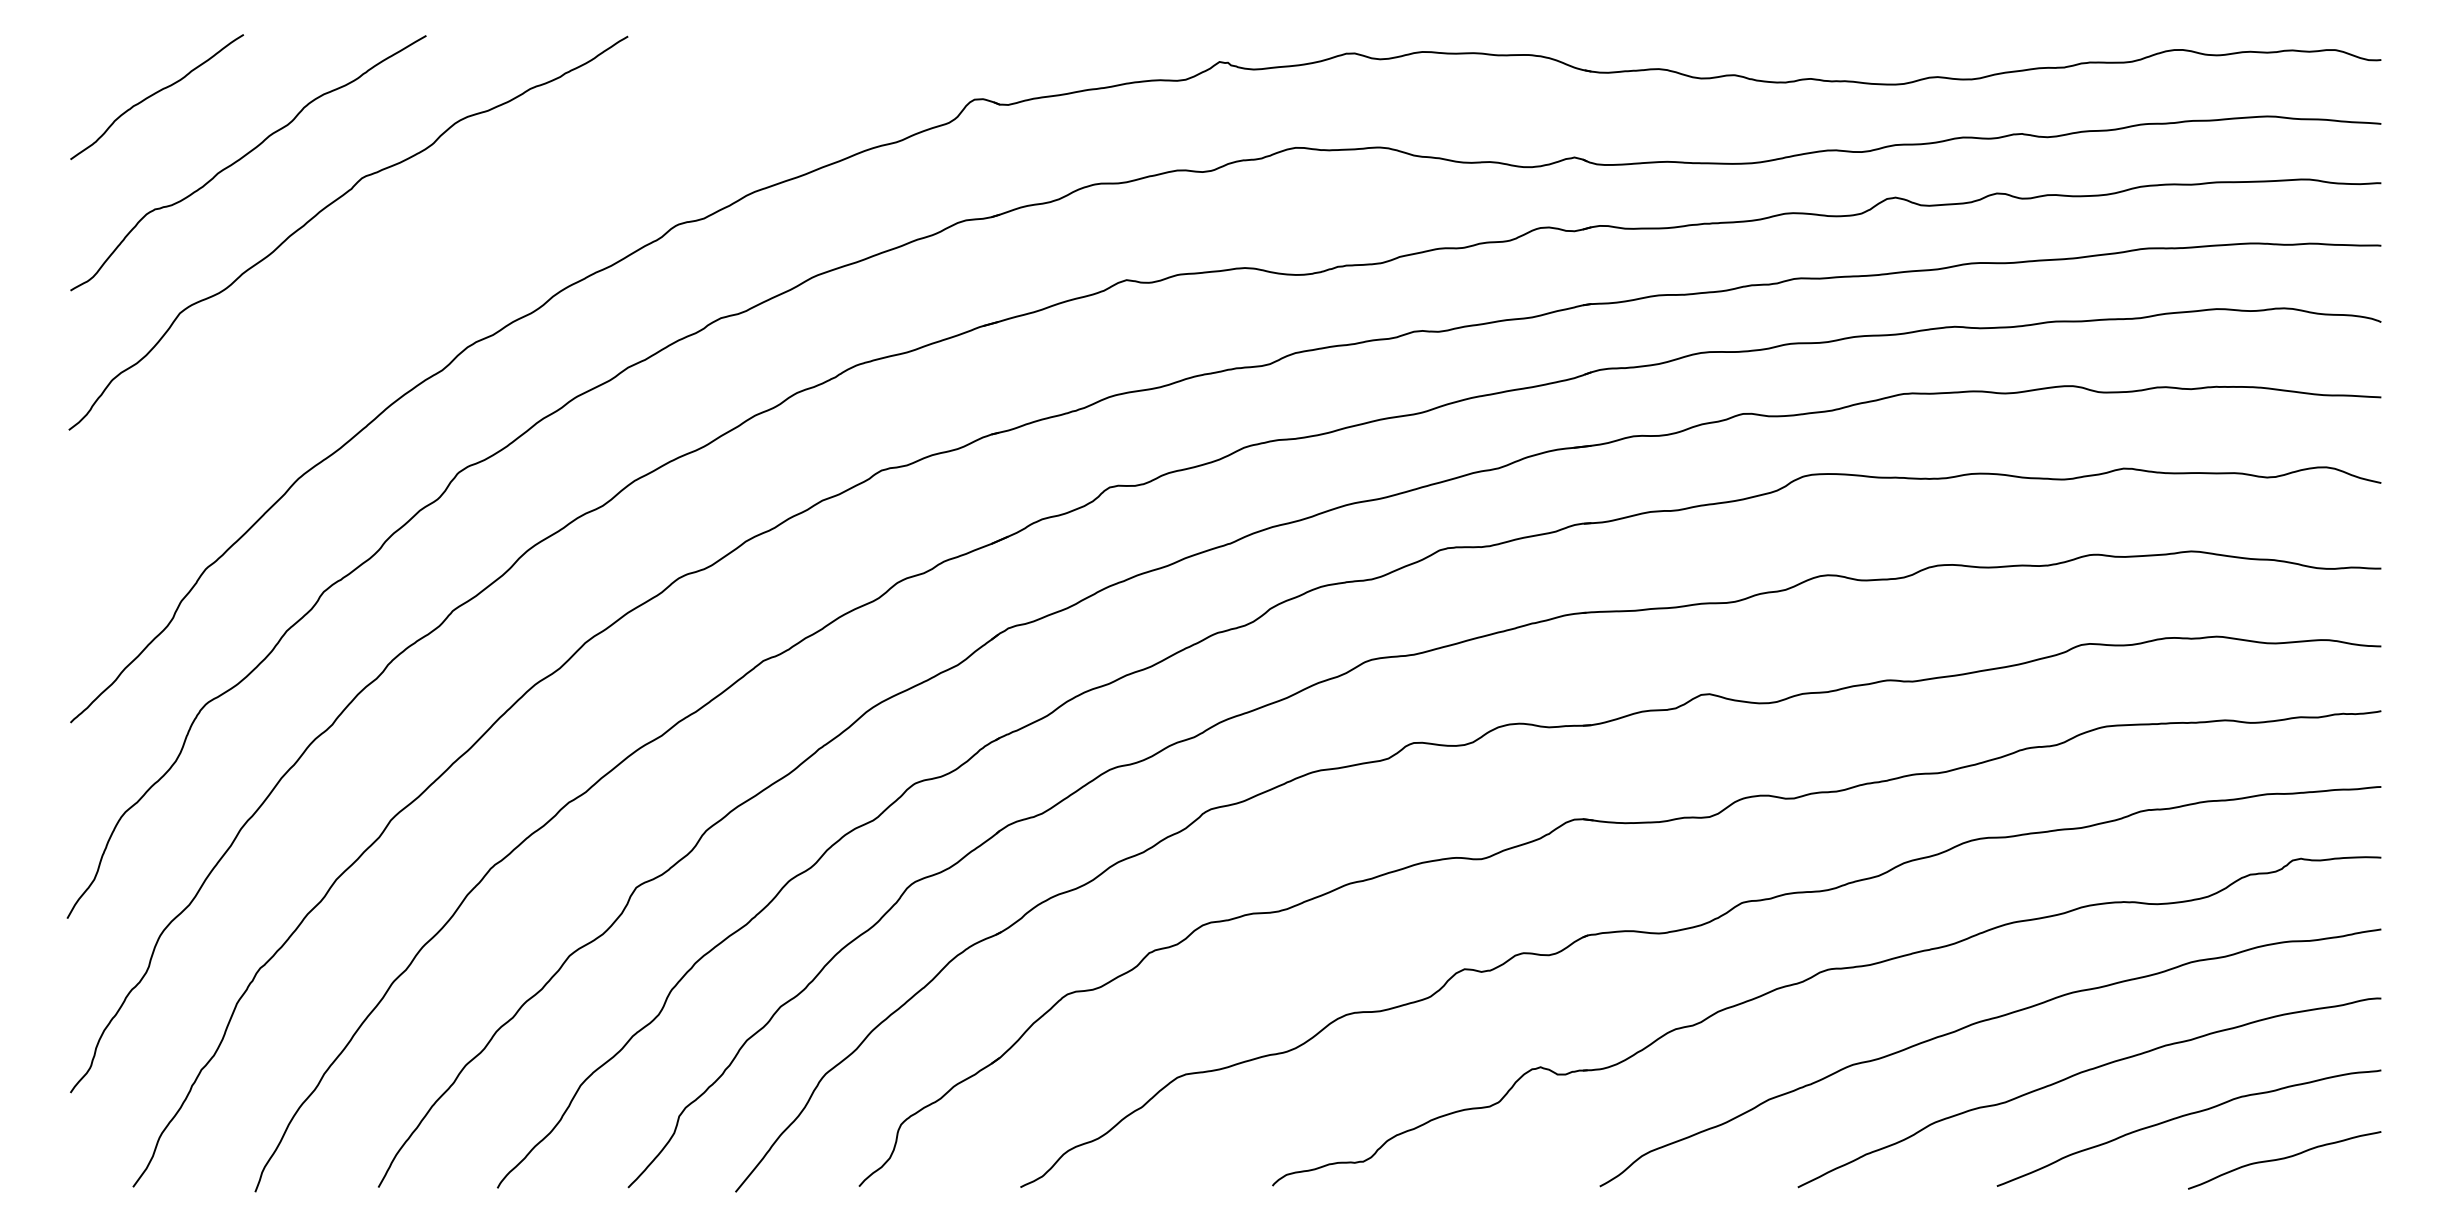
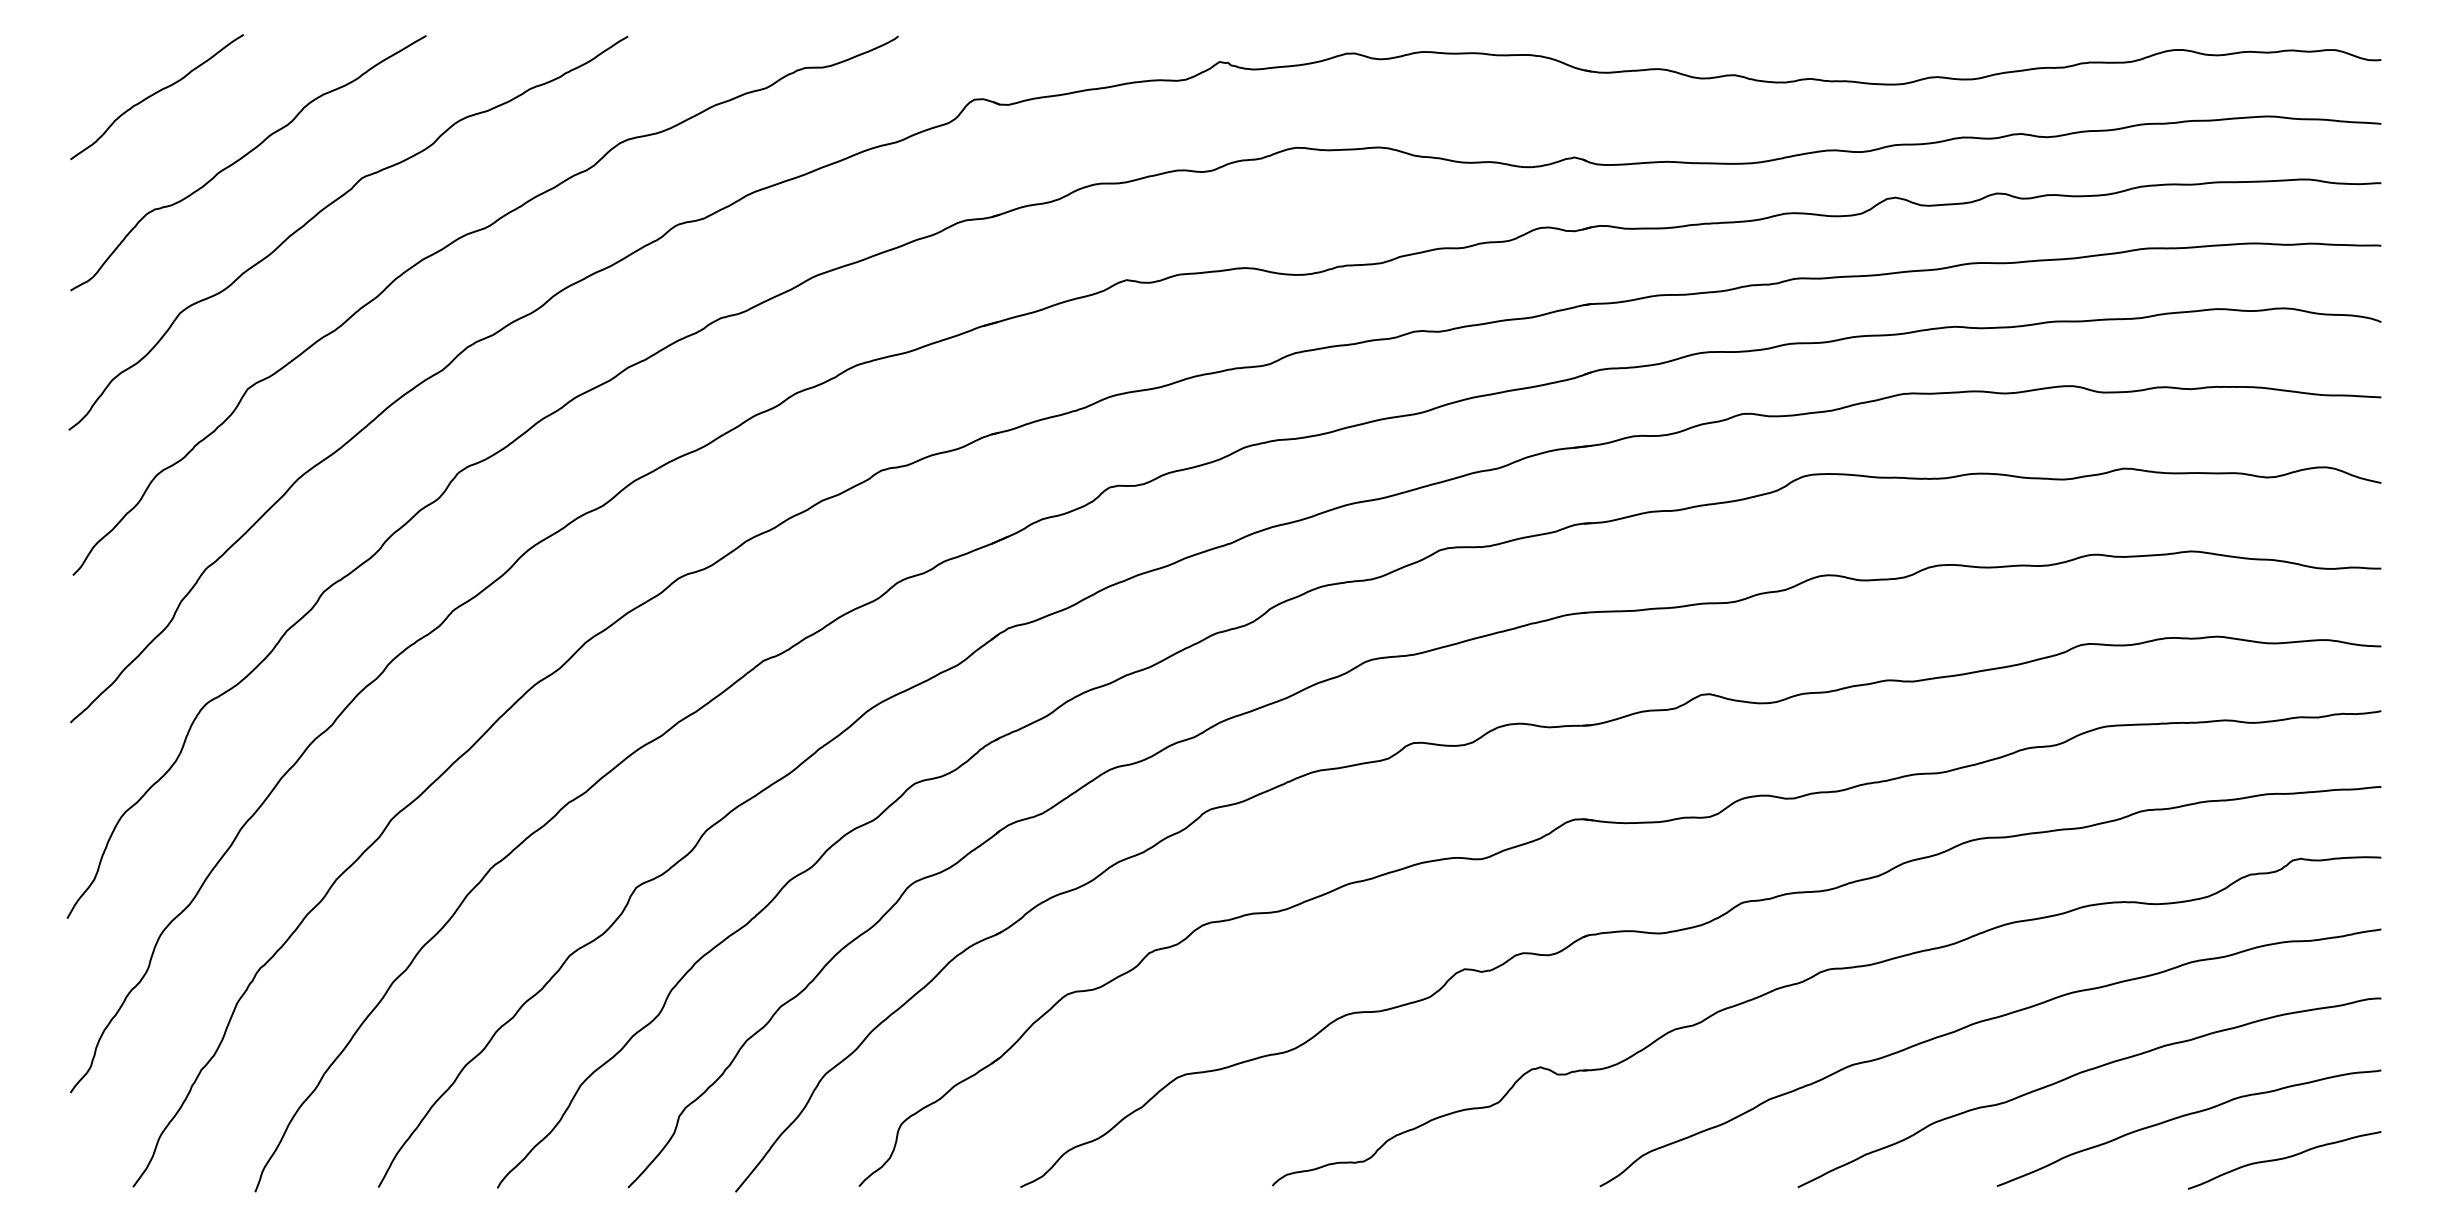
curve at (445, 248): none -> present
